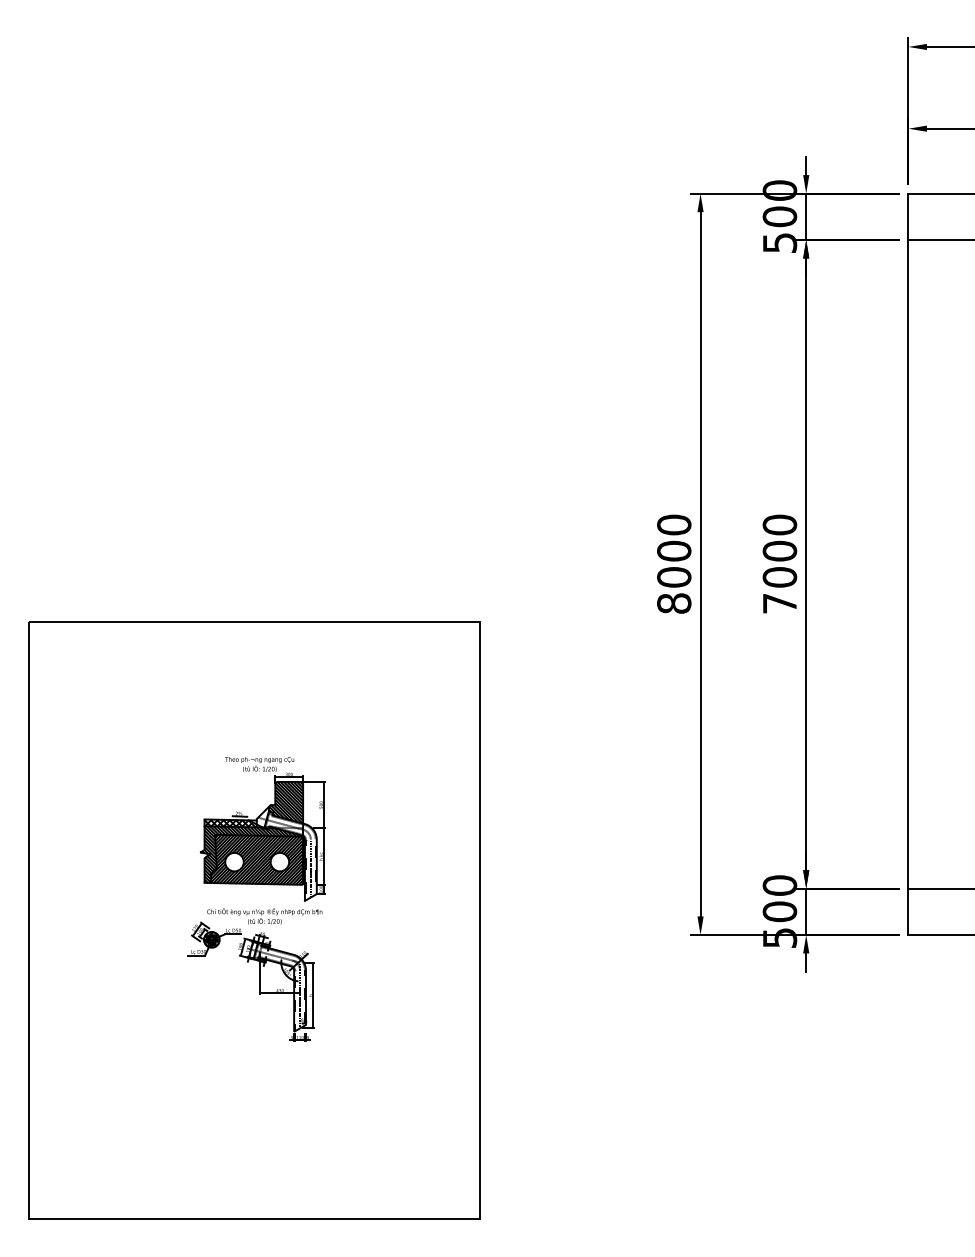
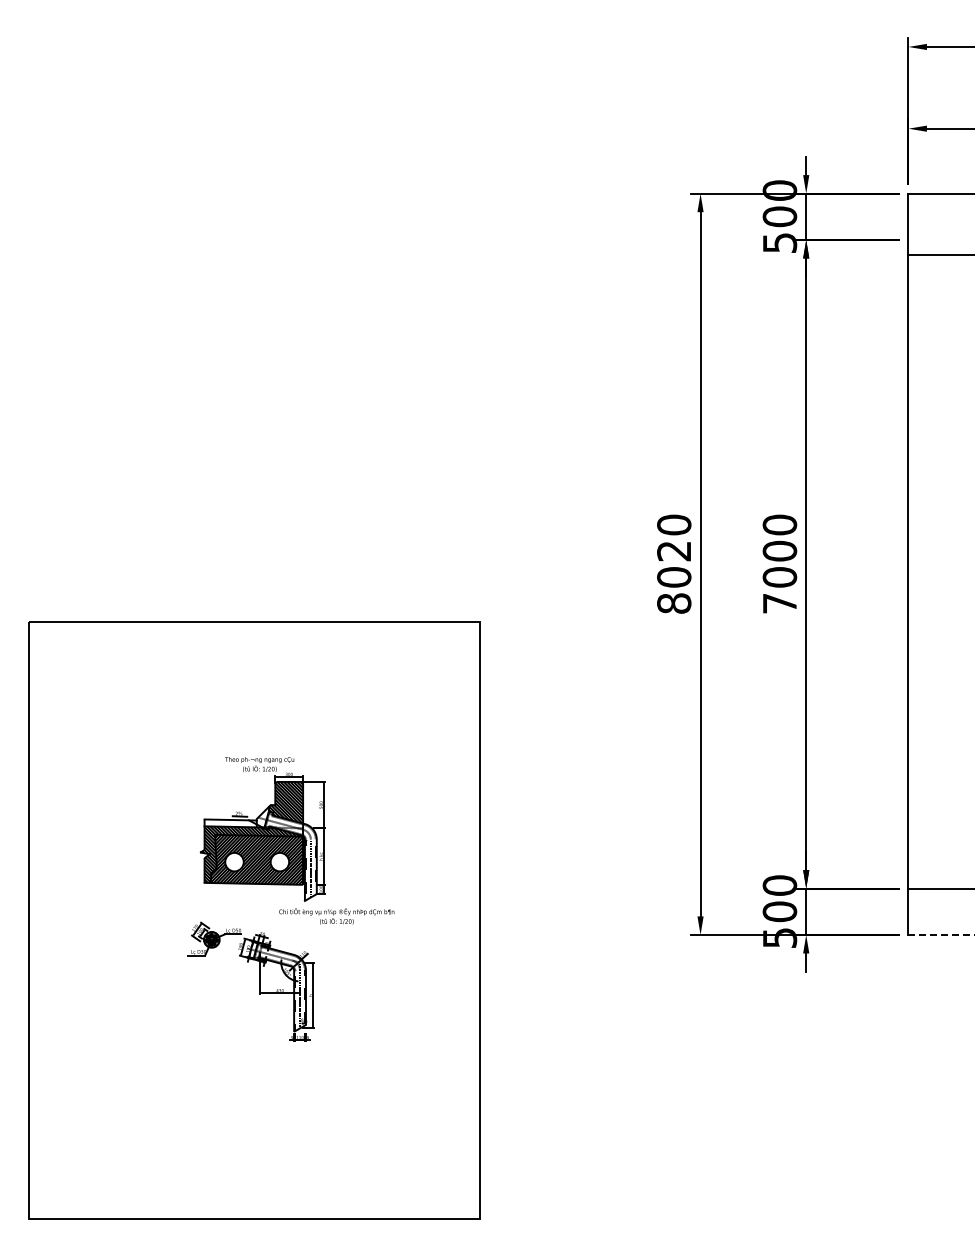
line at (939, 239) position: (939, 239) -> (939, 254)
text at (674, 550): 8000 -> 8020
hatch at (229, 823): present -> none
text at (264, 916) position: (264, 916) -> (336, 916)
line at (941, 934): solid -> dashed
